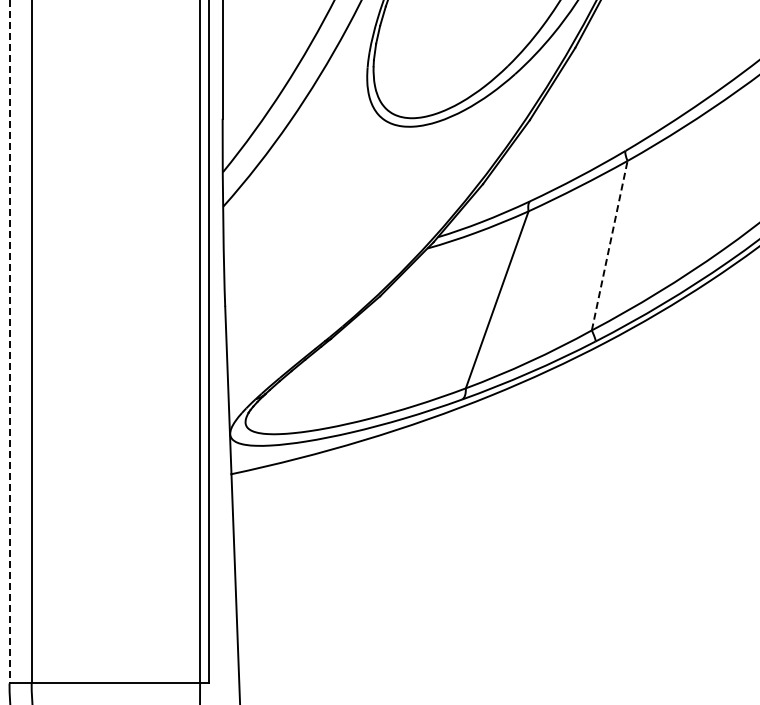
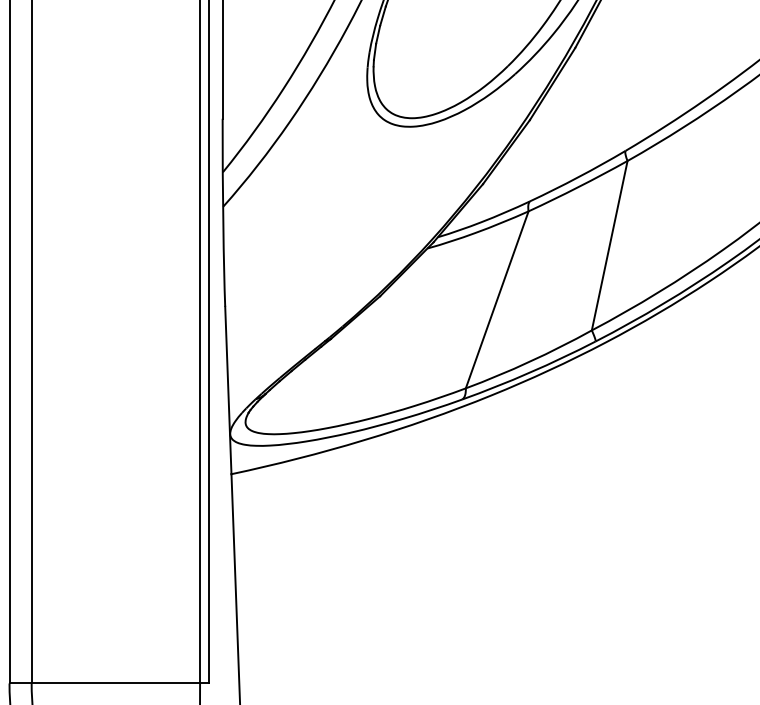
line at (609, 245): dashed -> solid
line at (9, 342): dashed -> solid
